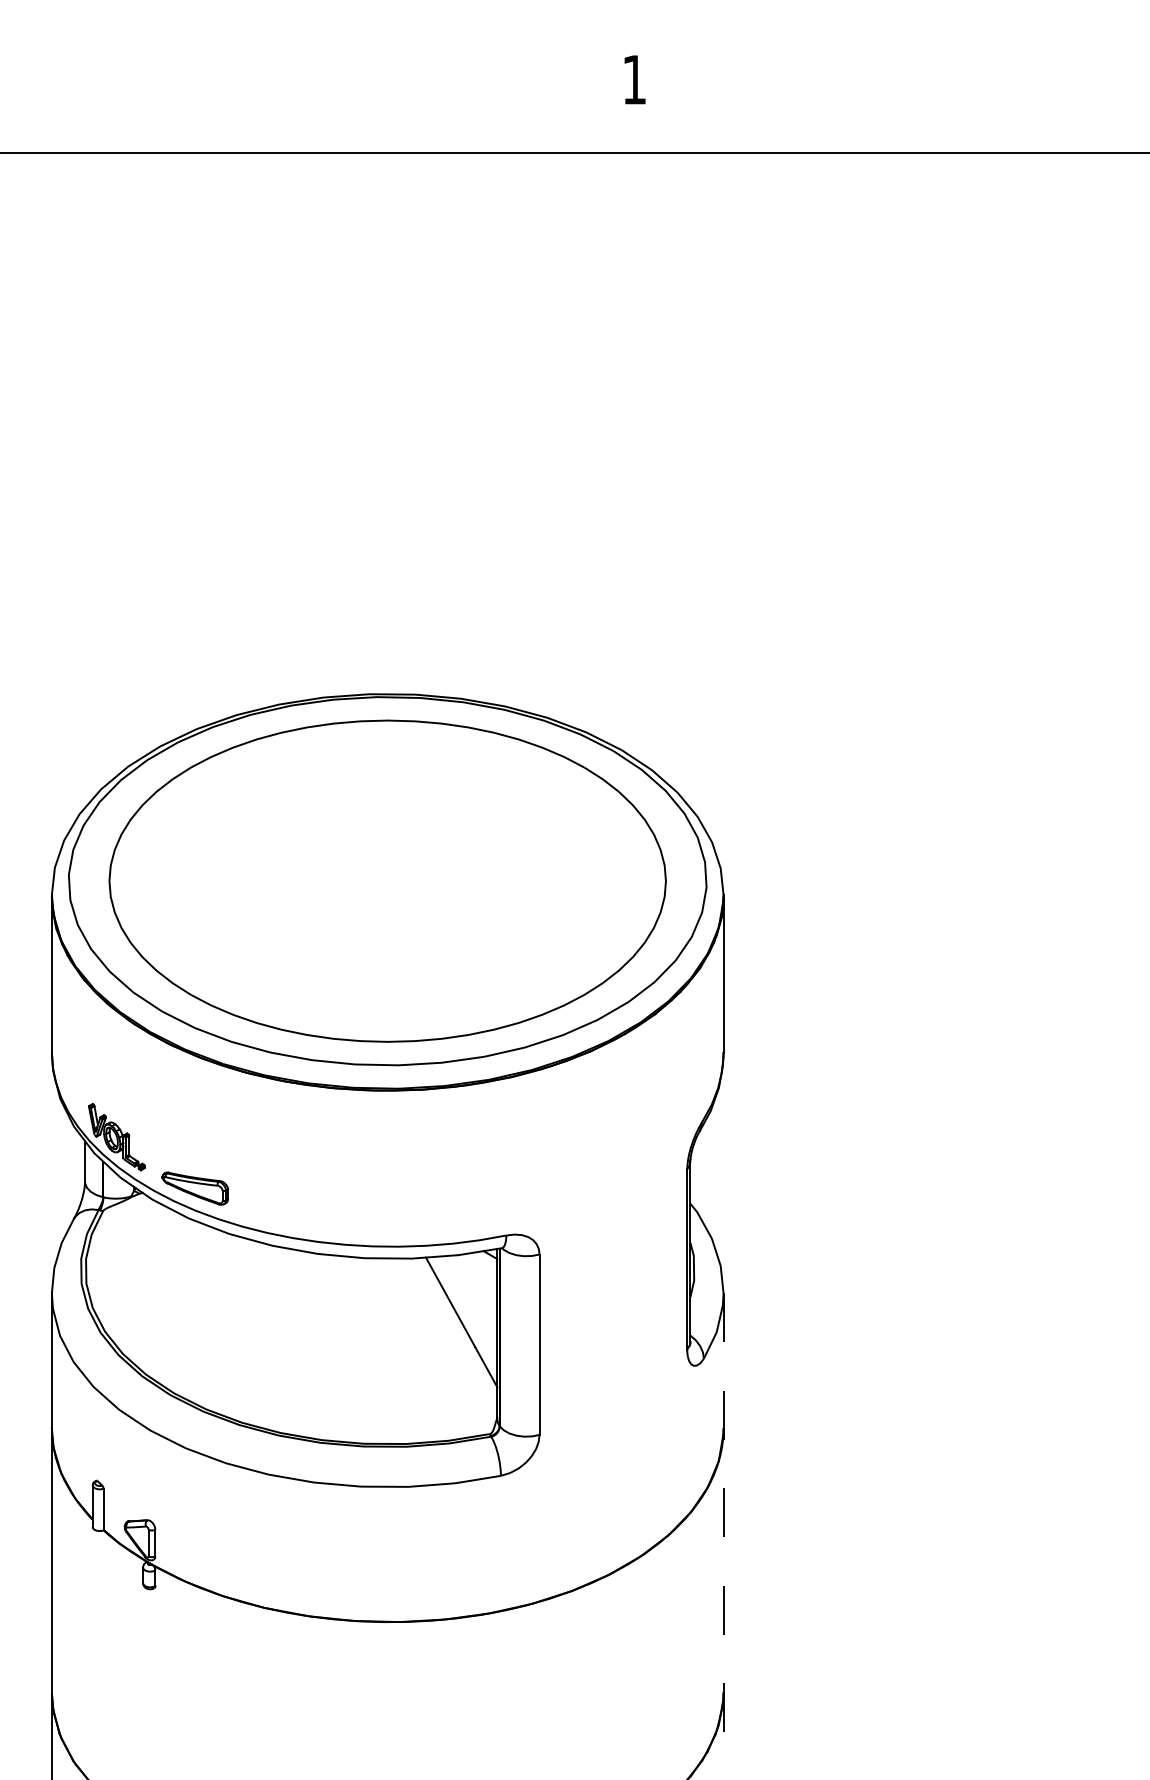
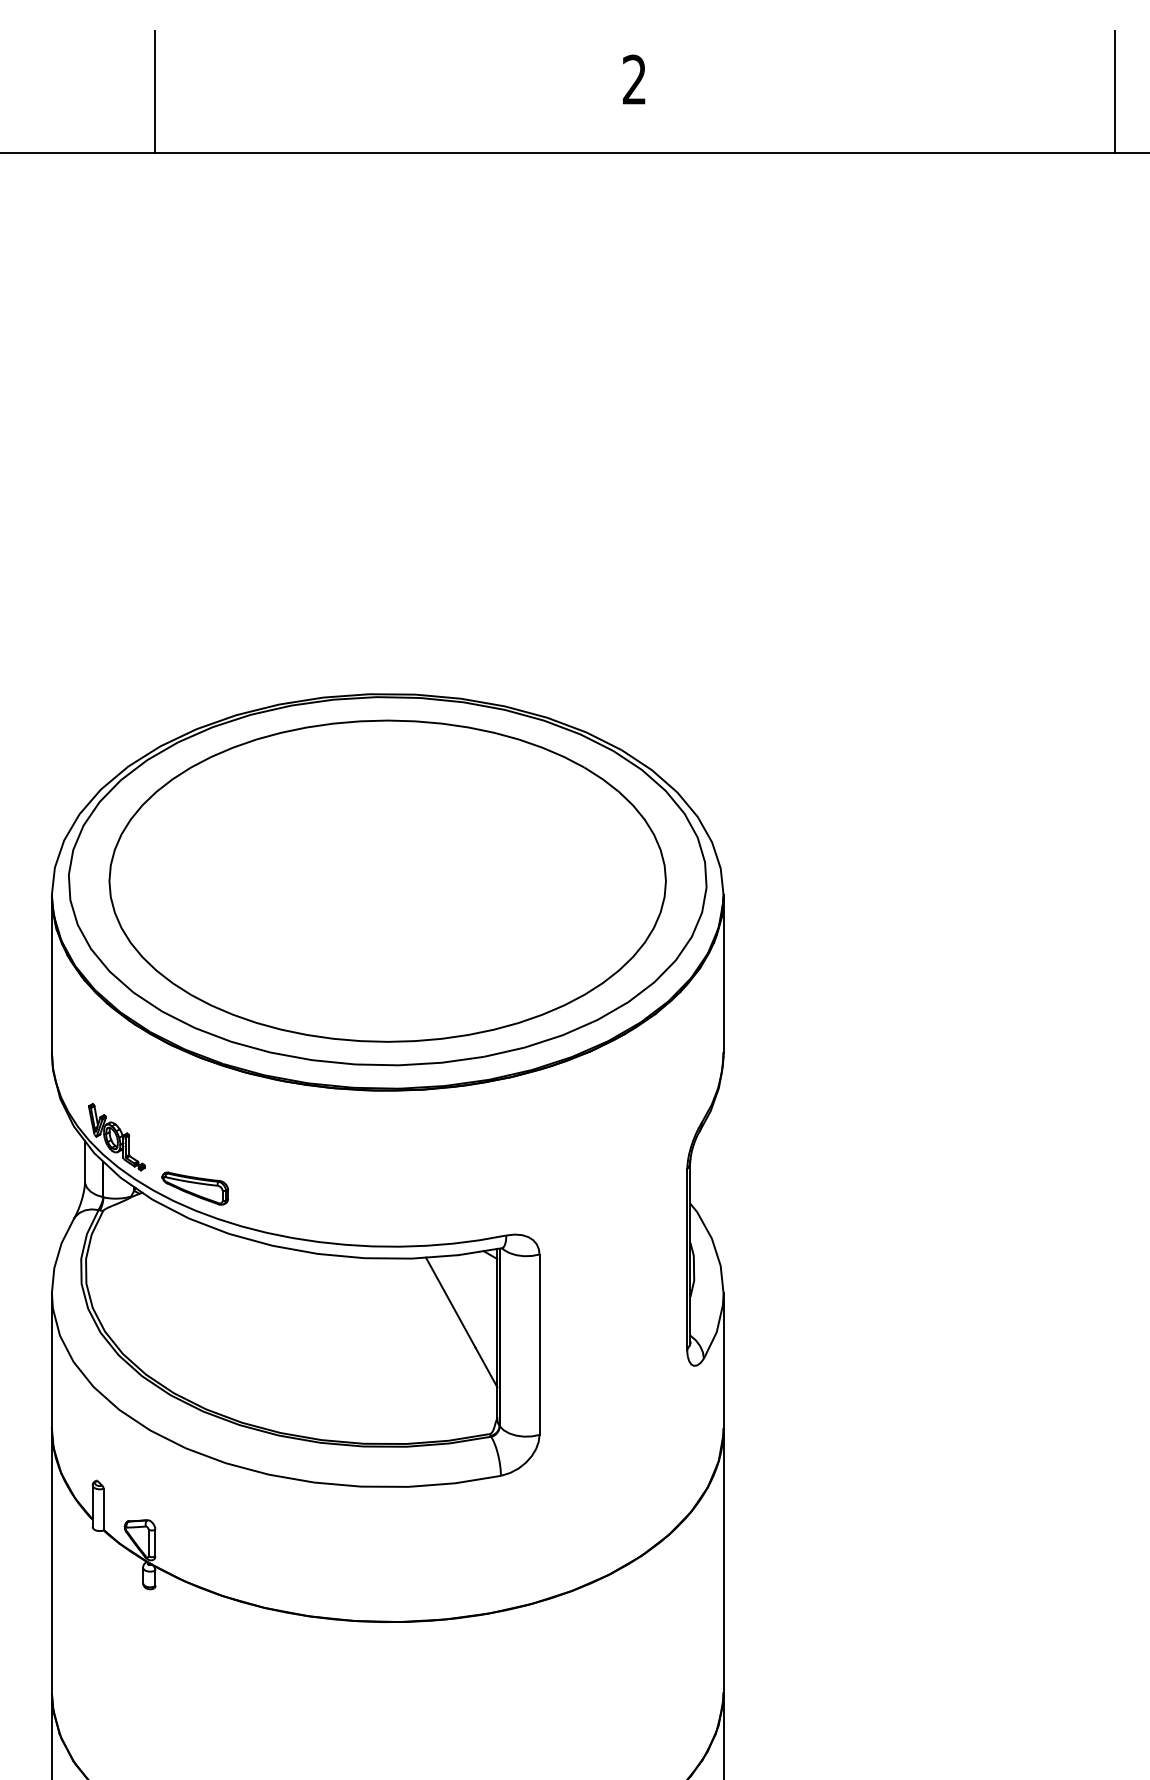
text at (634, 79): 1 -> 2
line at (154, 91): none -> present
line at (1114, 91): none -> present
line at (723, 1537): dashed -> solid
